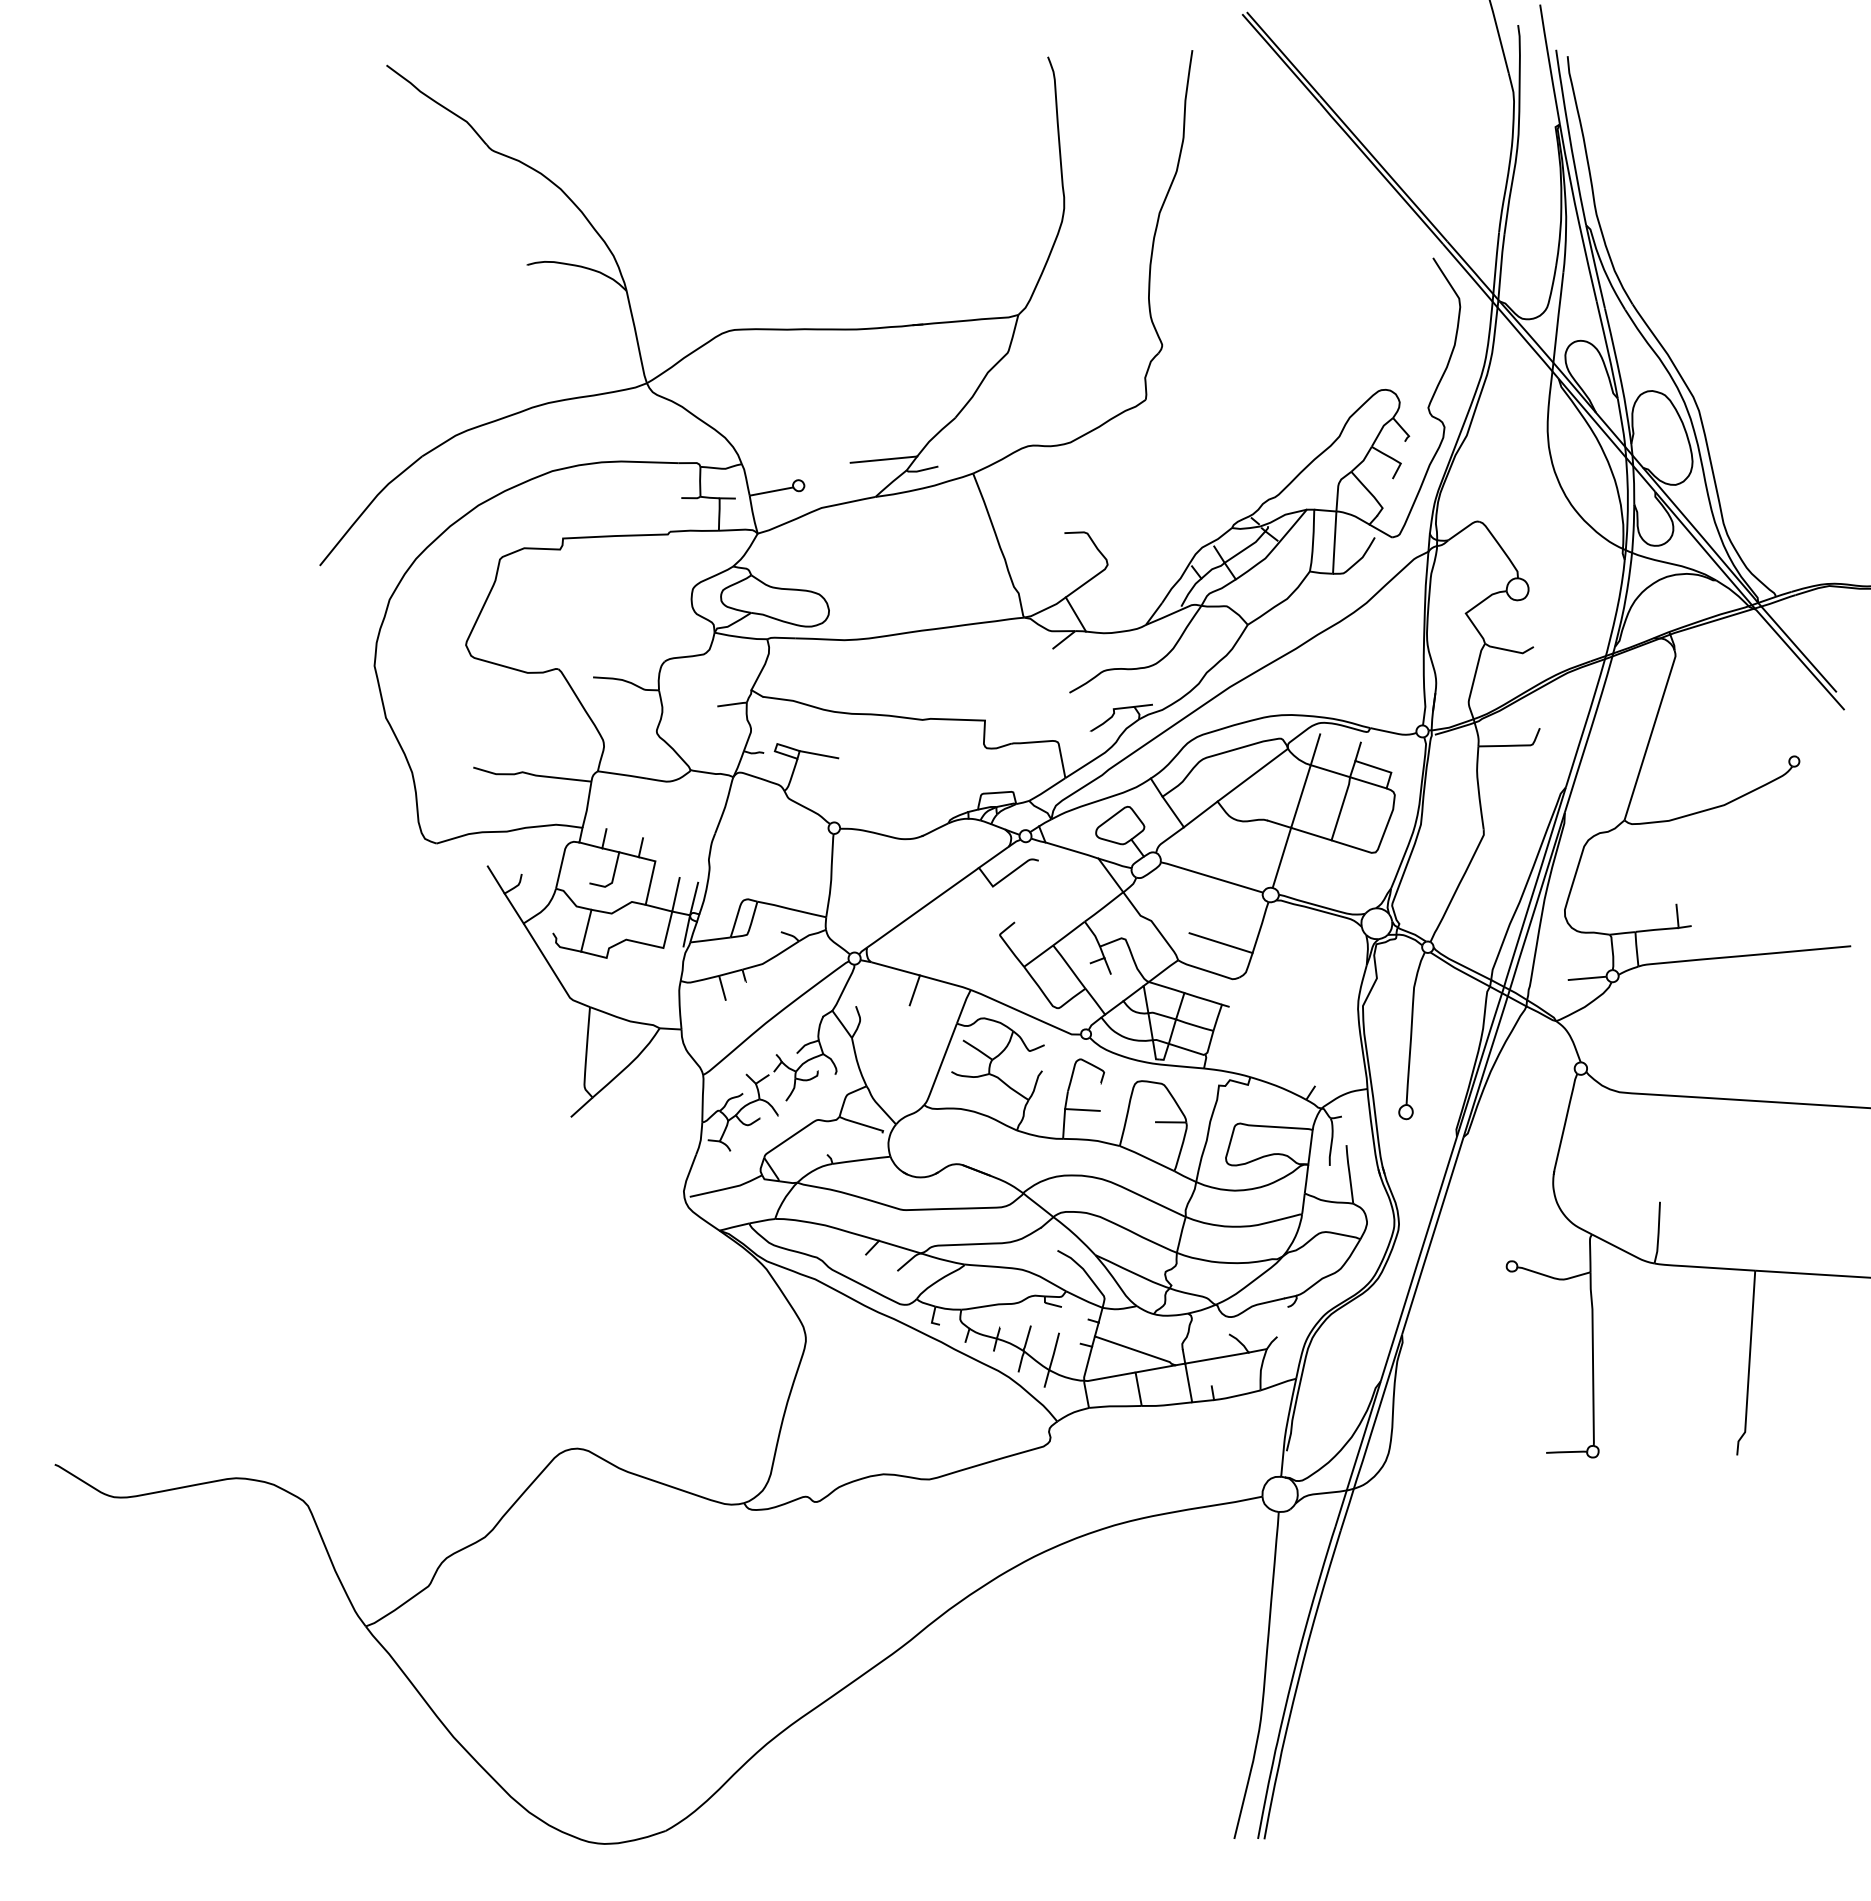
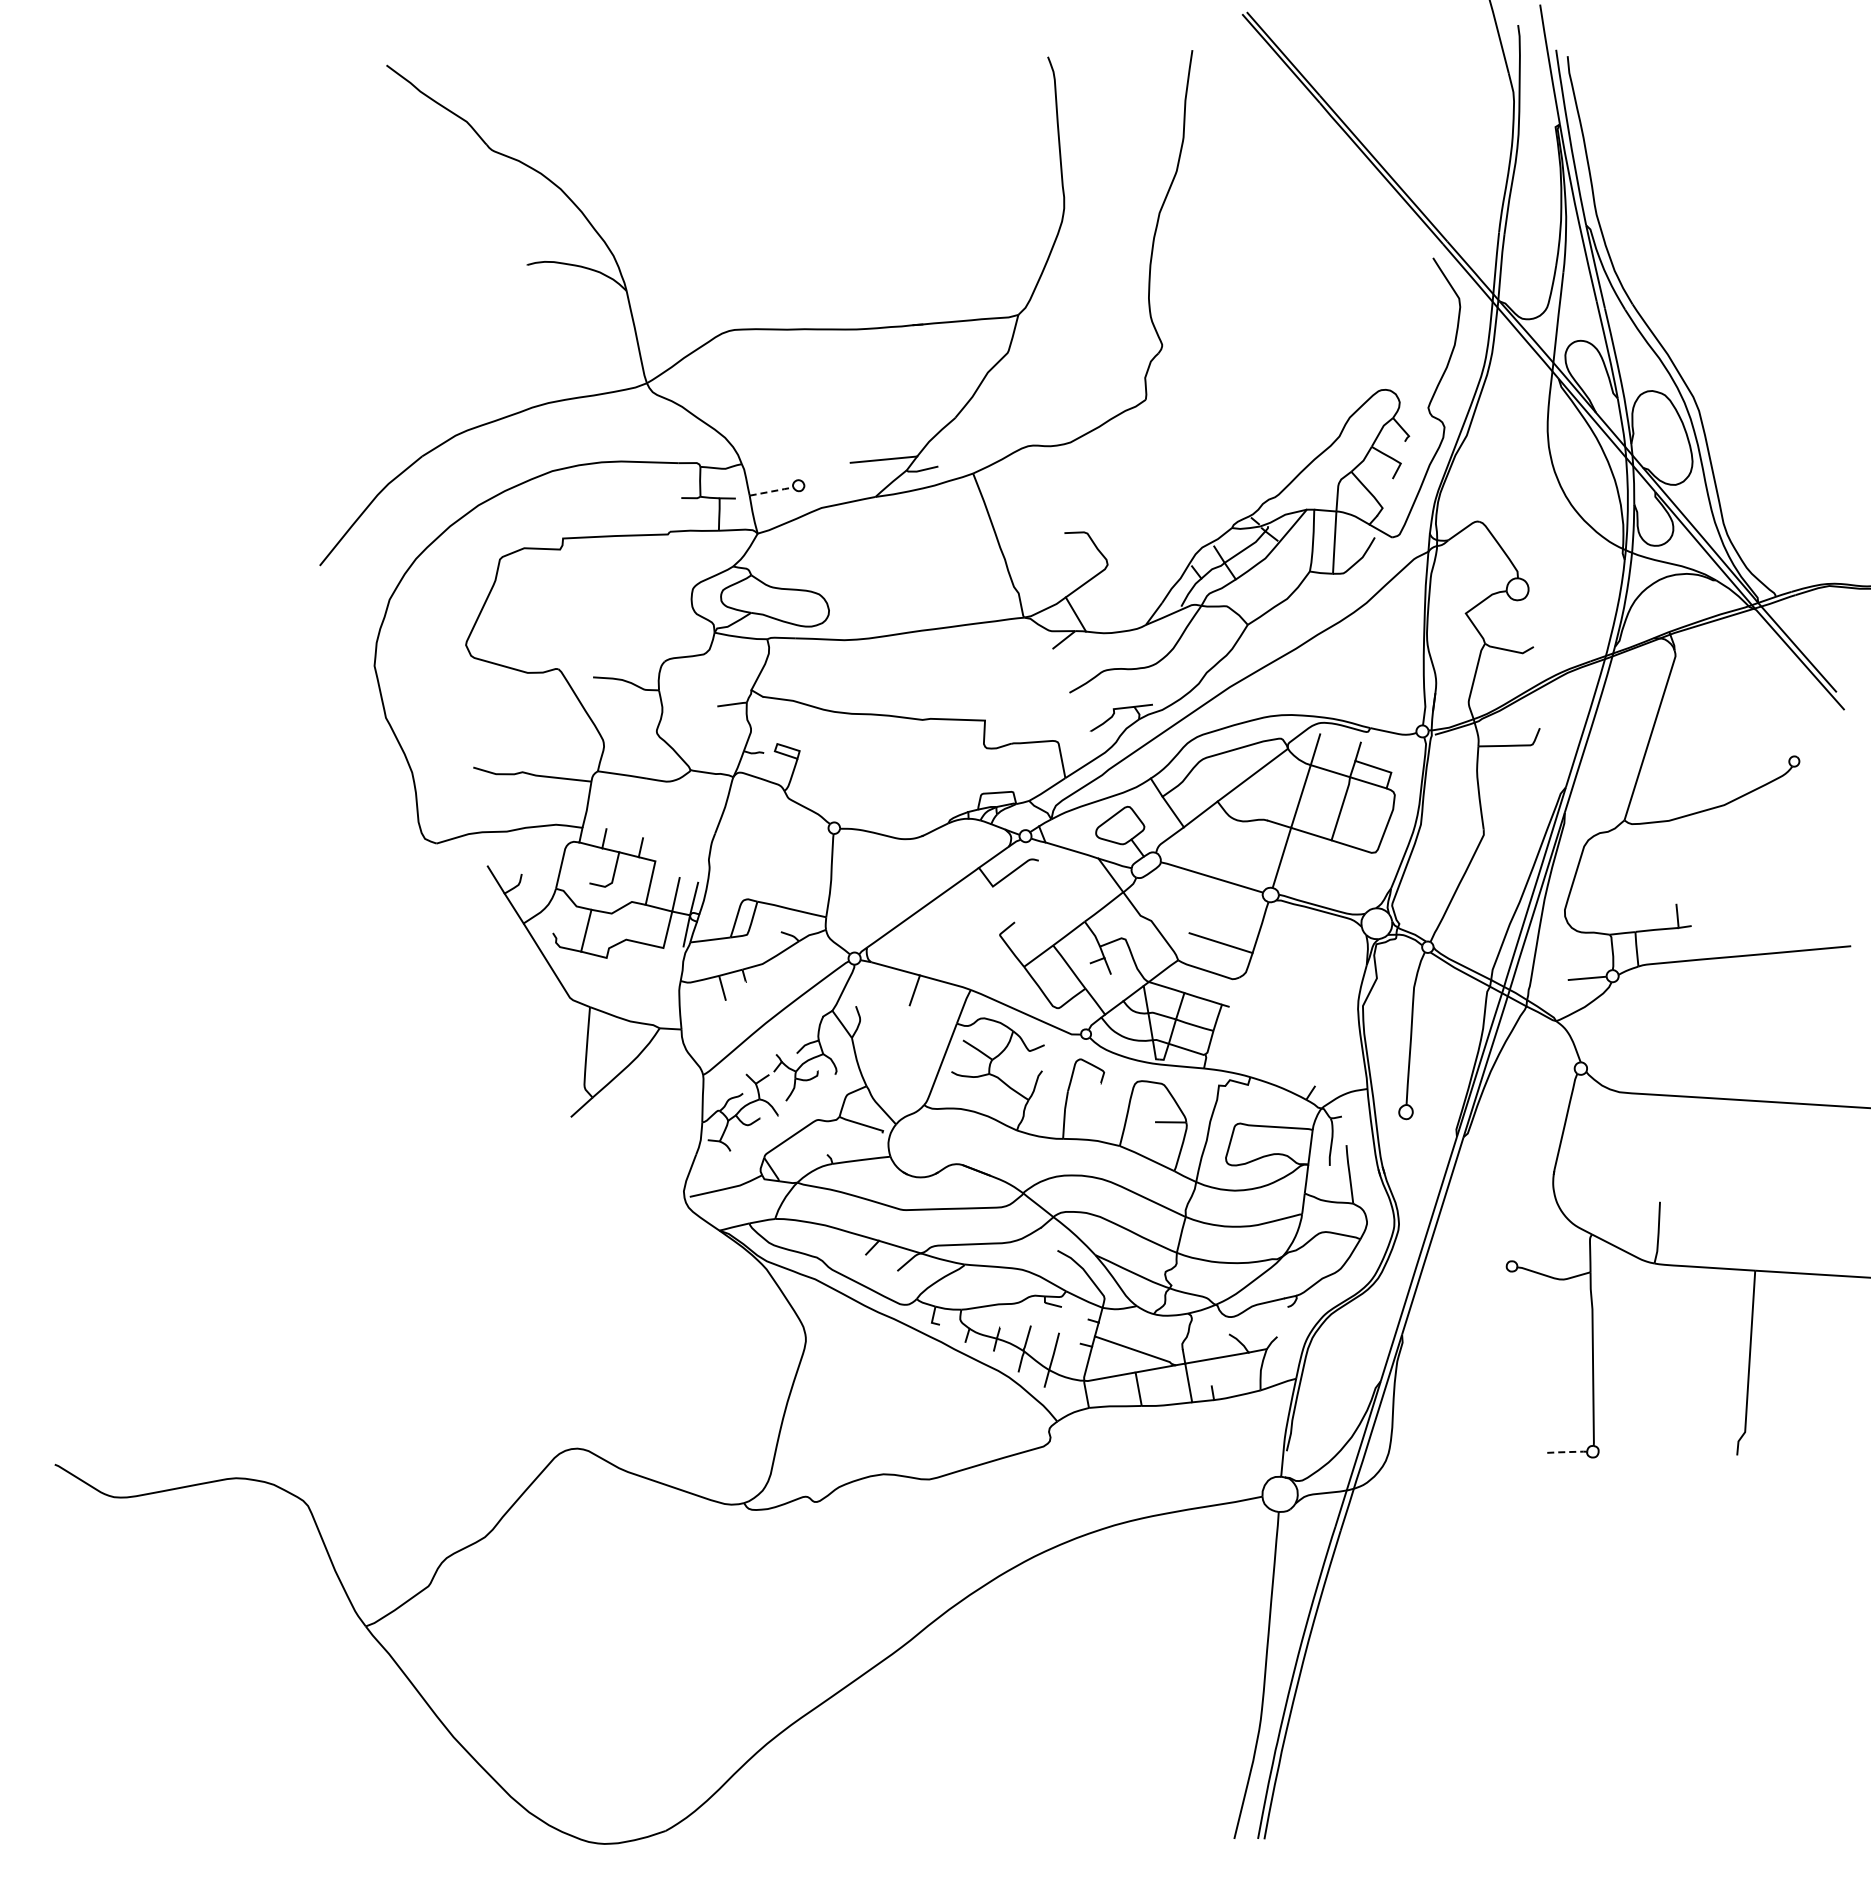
line at (772, 491): solid -> dashed
line at (818, 754): present -> none
line at (1082, 1109): present -> none
line at (1566, 1452): solid -> dashed
